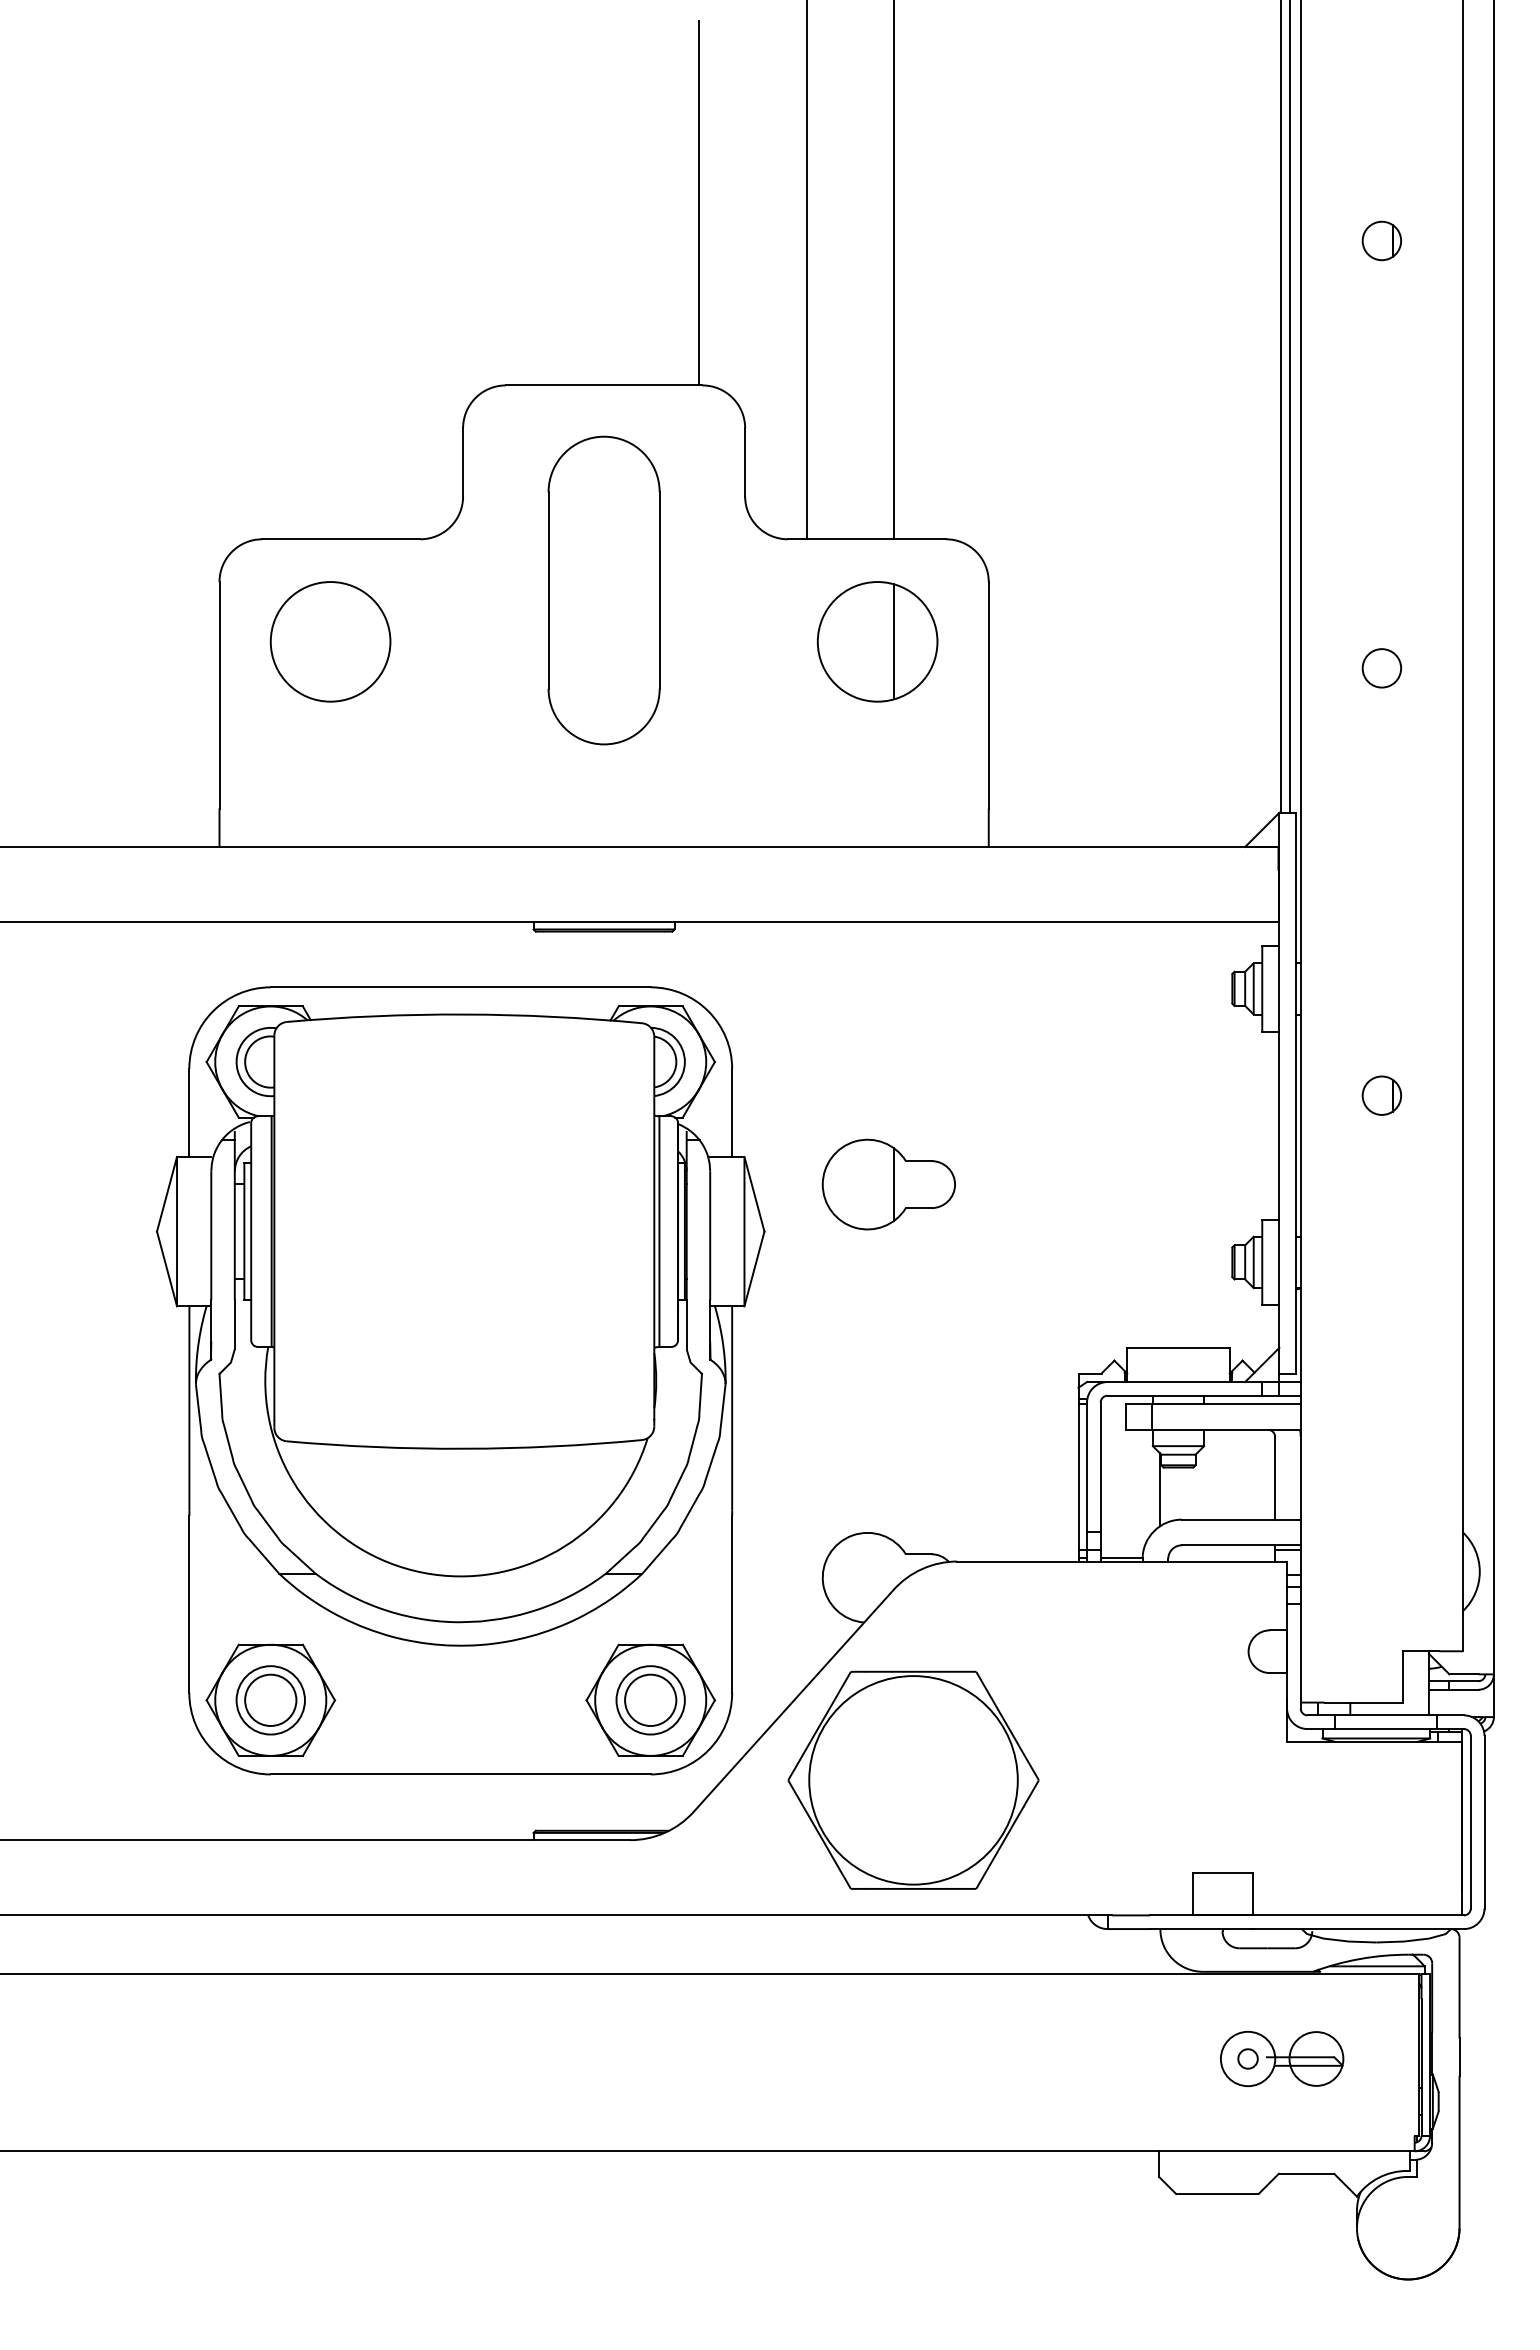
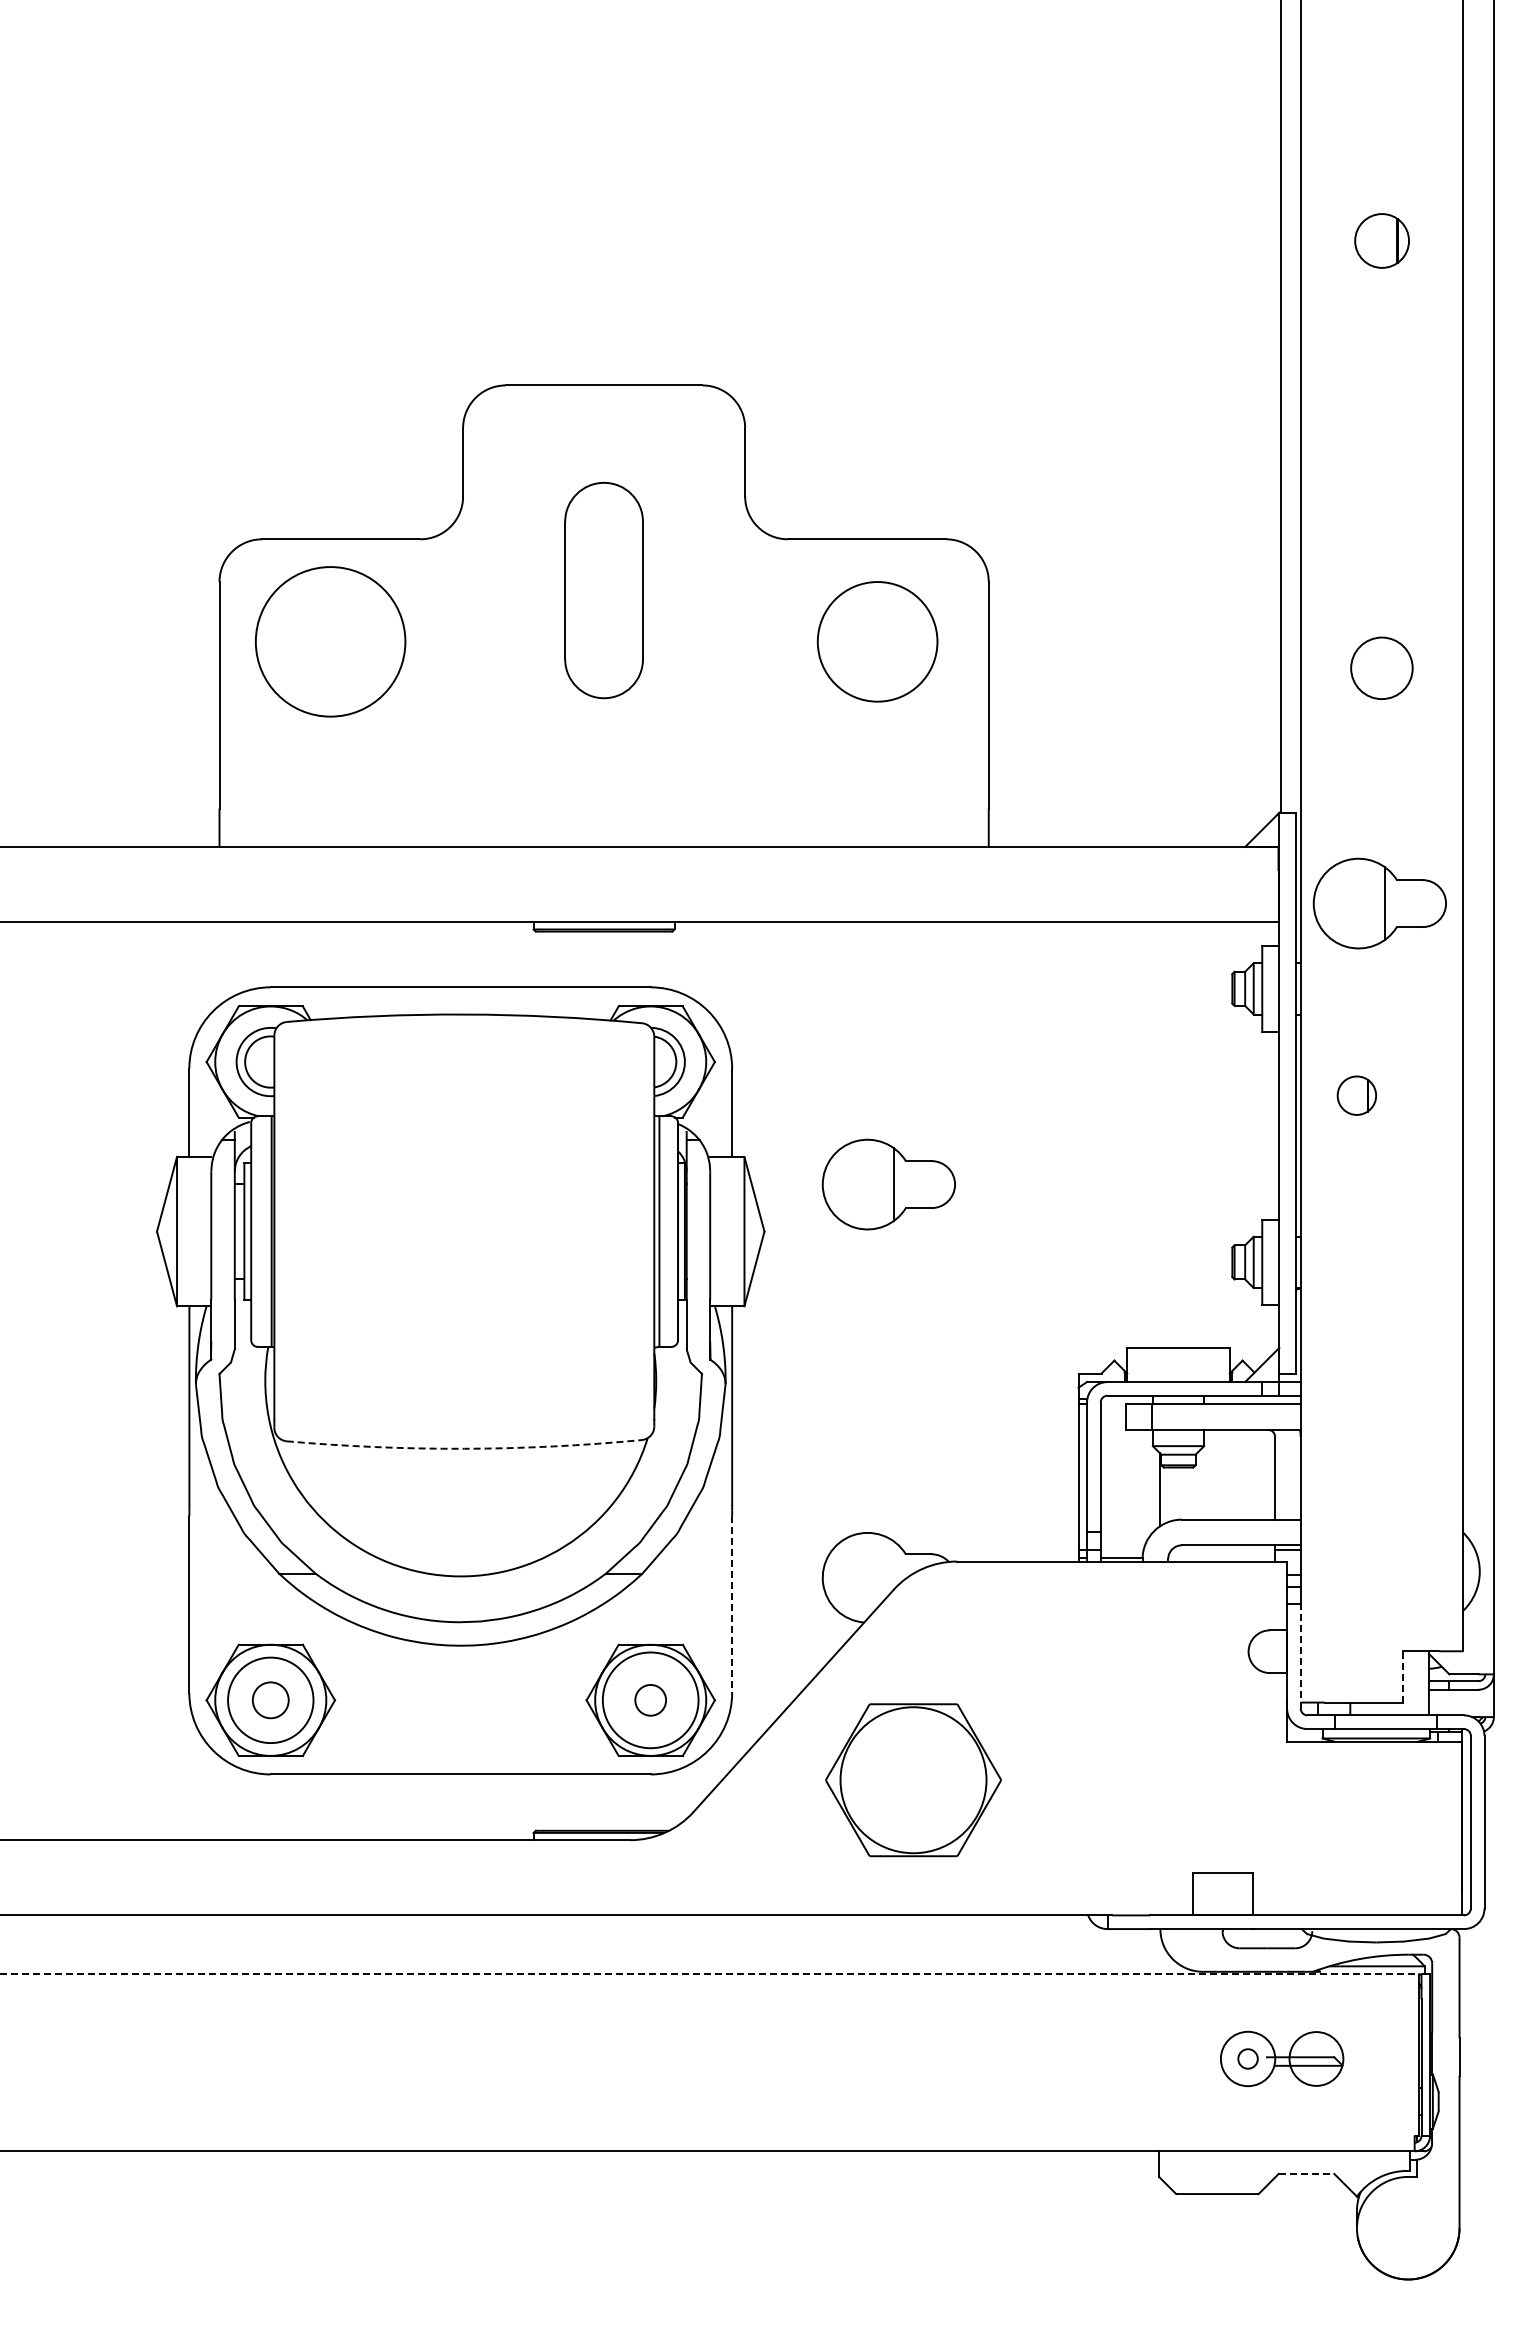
line at (698, 202): present -> none
part at (1381, 240) size: 41x42 px -> 56x56 px
line at (807, 270): present -> none
line at (893, 270): present -> none
line at (1289, 407): present -> none
part at (603, 590) size: 114x311 px -> 80x218 px
circle at (330, 641) diameter: 120 px -> 150 px
line at (893, 641): present -> none
circle at (1381, 668) diameter: 38 px -> 62 px
part at (1379, 903): none -> present
part at (1381, 1095) position: (1381, 1095) -> (1356, 1095)
arc at (464, 1448): solid -> dashed
line at (732, 1604): solid -> dashed
line at (1300, 1655): solid -> dashed
line at (1403, 1676): solid -> dashed
circle at (270, 1699) diameter: 51 px -> 36 px
circle at (650, 1699) diameter: 51 px -> 31 px
circle at (270, 1700) diameter: 68 px -> 85 px
circle at (650, 1700) diameter: 68 px -> 96 px
part at (913, 1779) size: 253x220 px -> 177x155 px
line at (710, 1973): solid -> dashed
line at (1306, 2173): solid -> dashed
